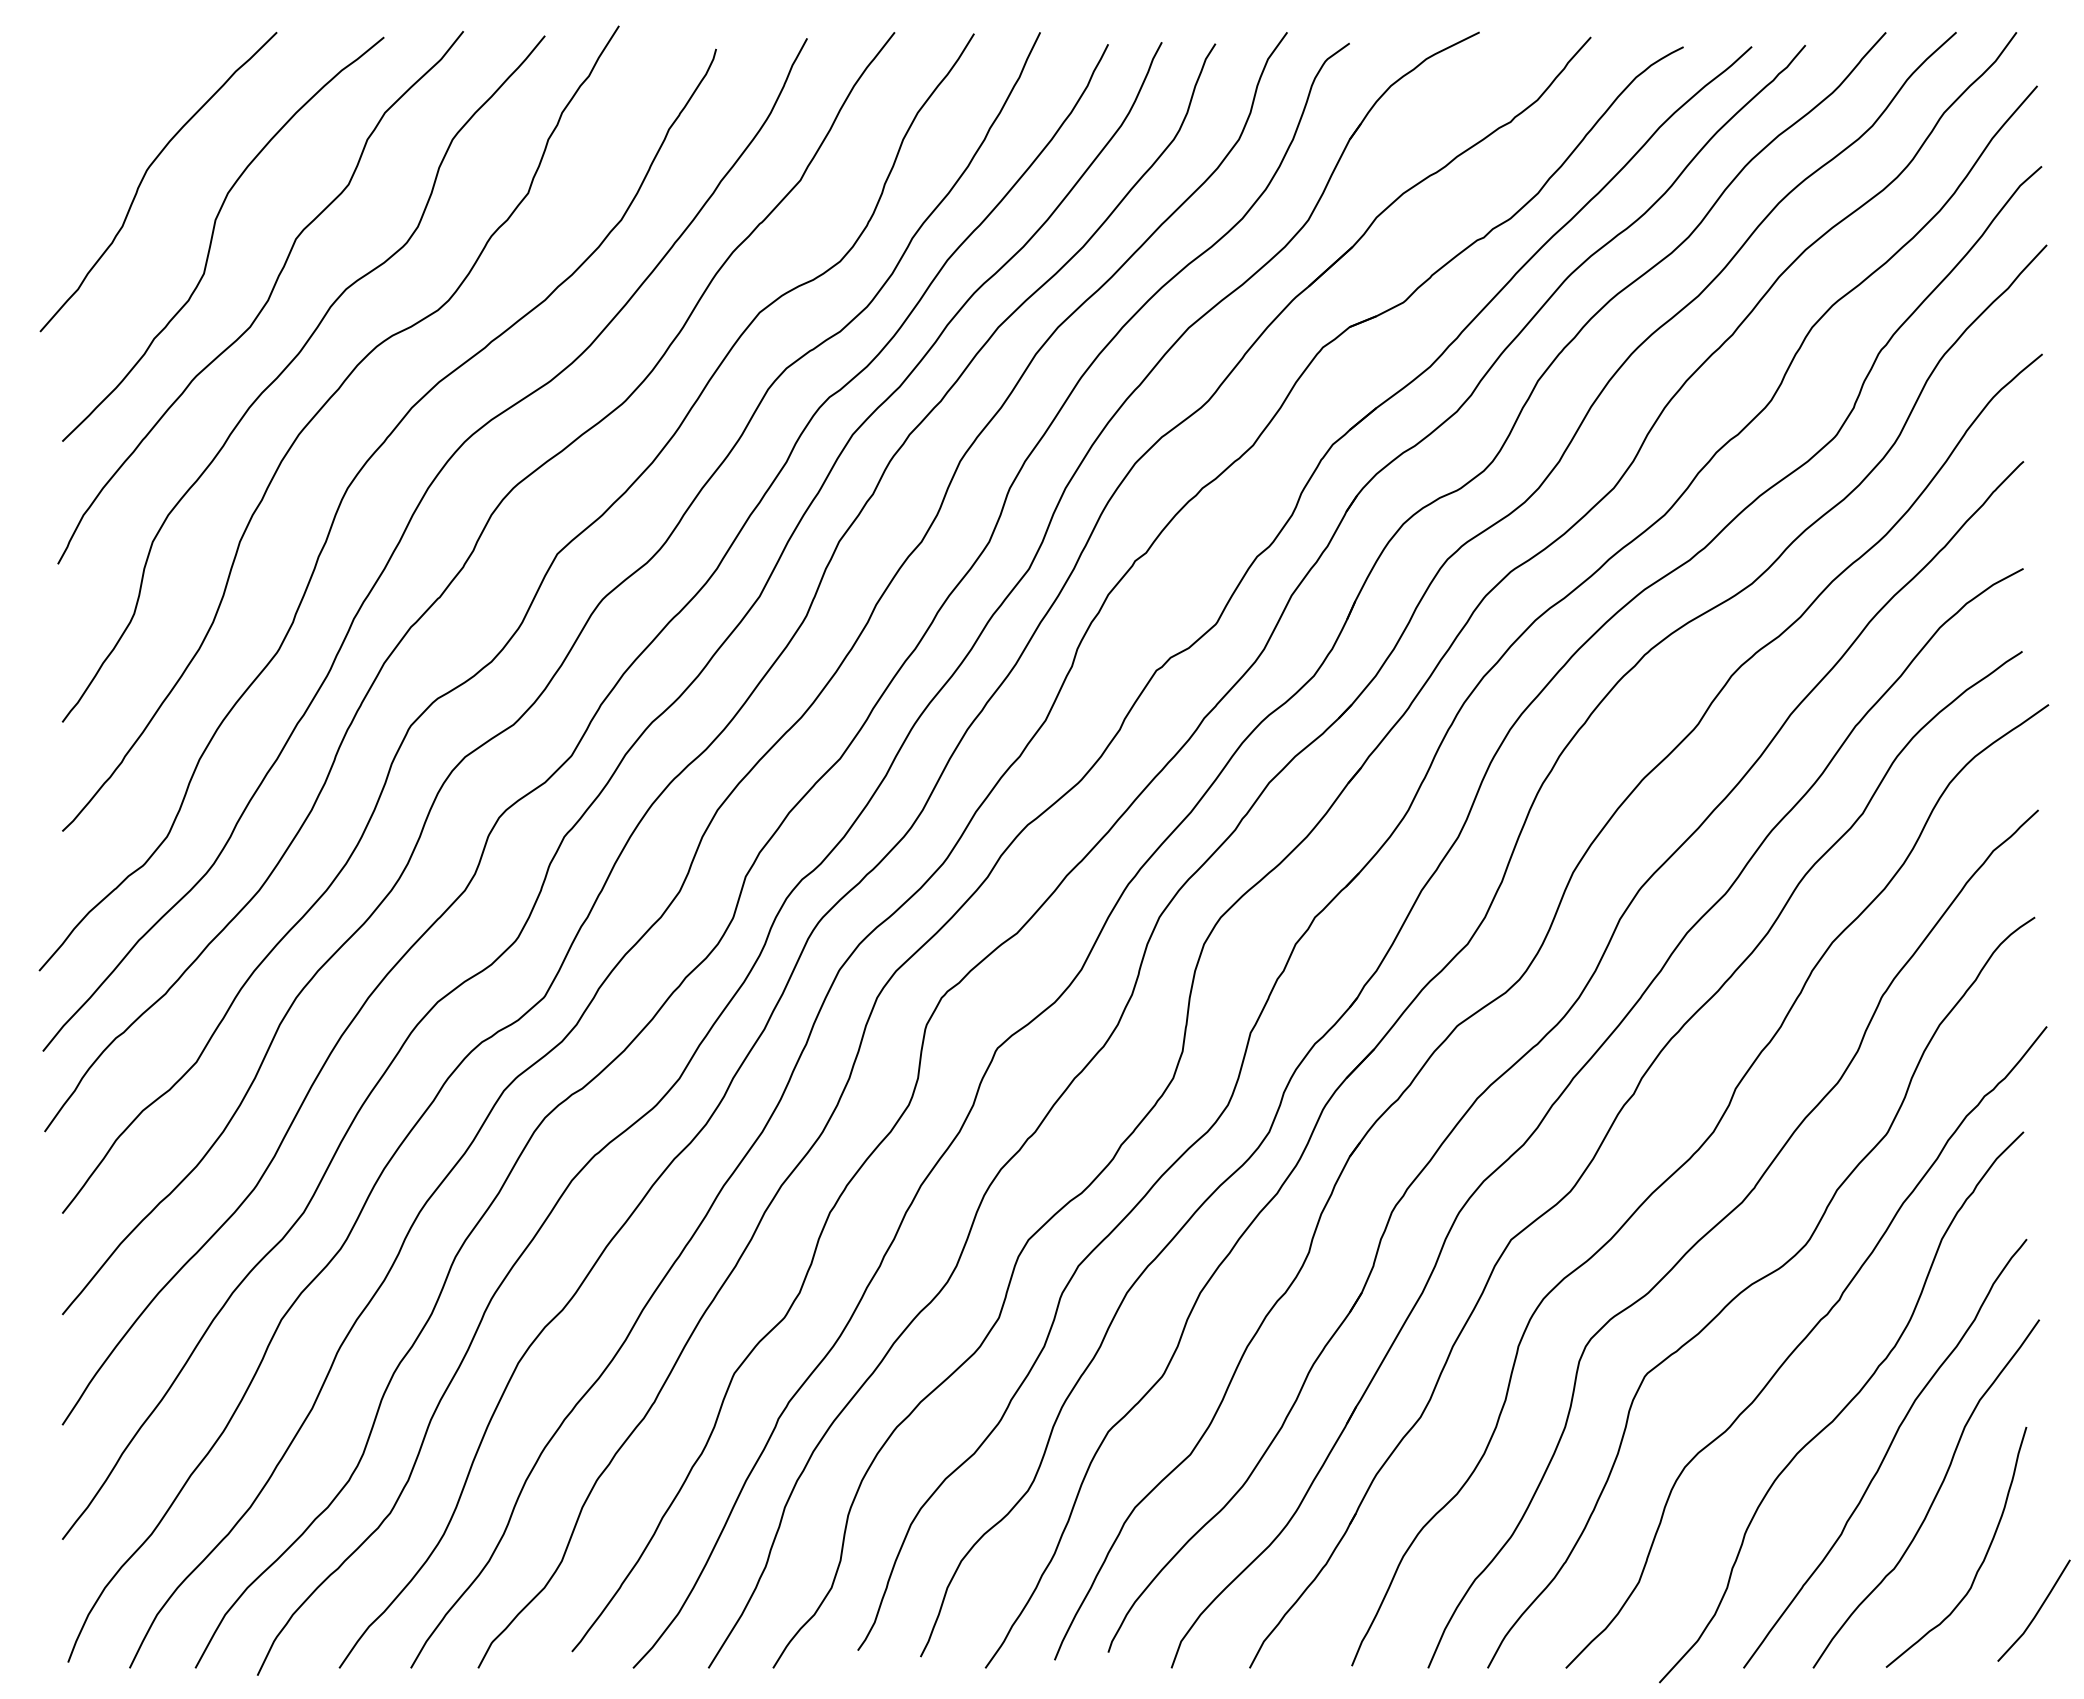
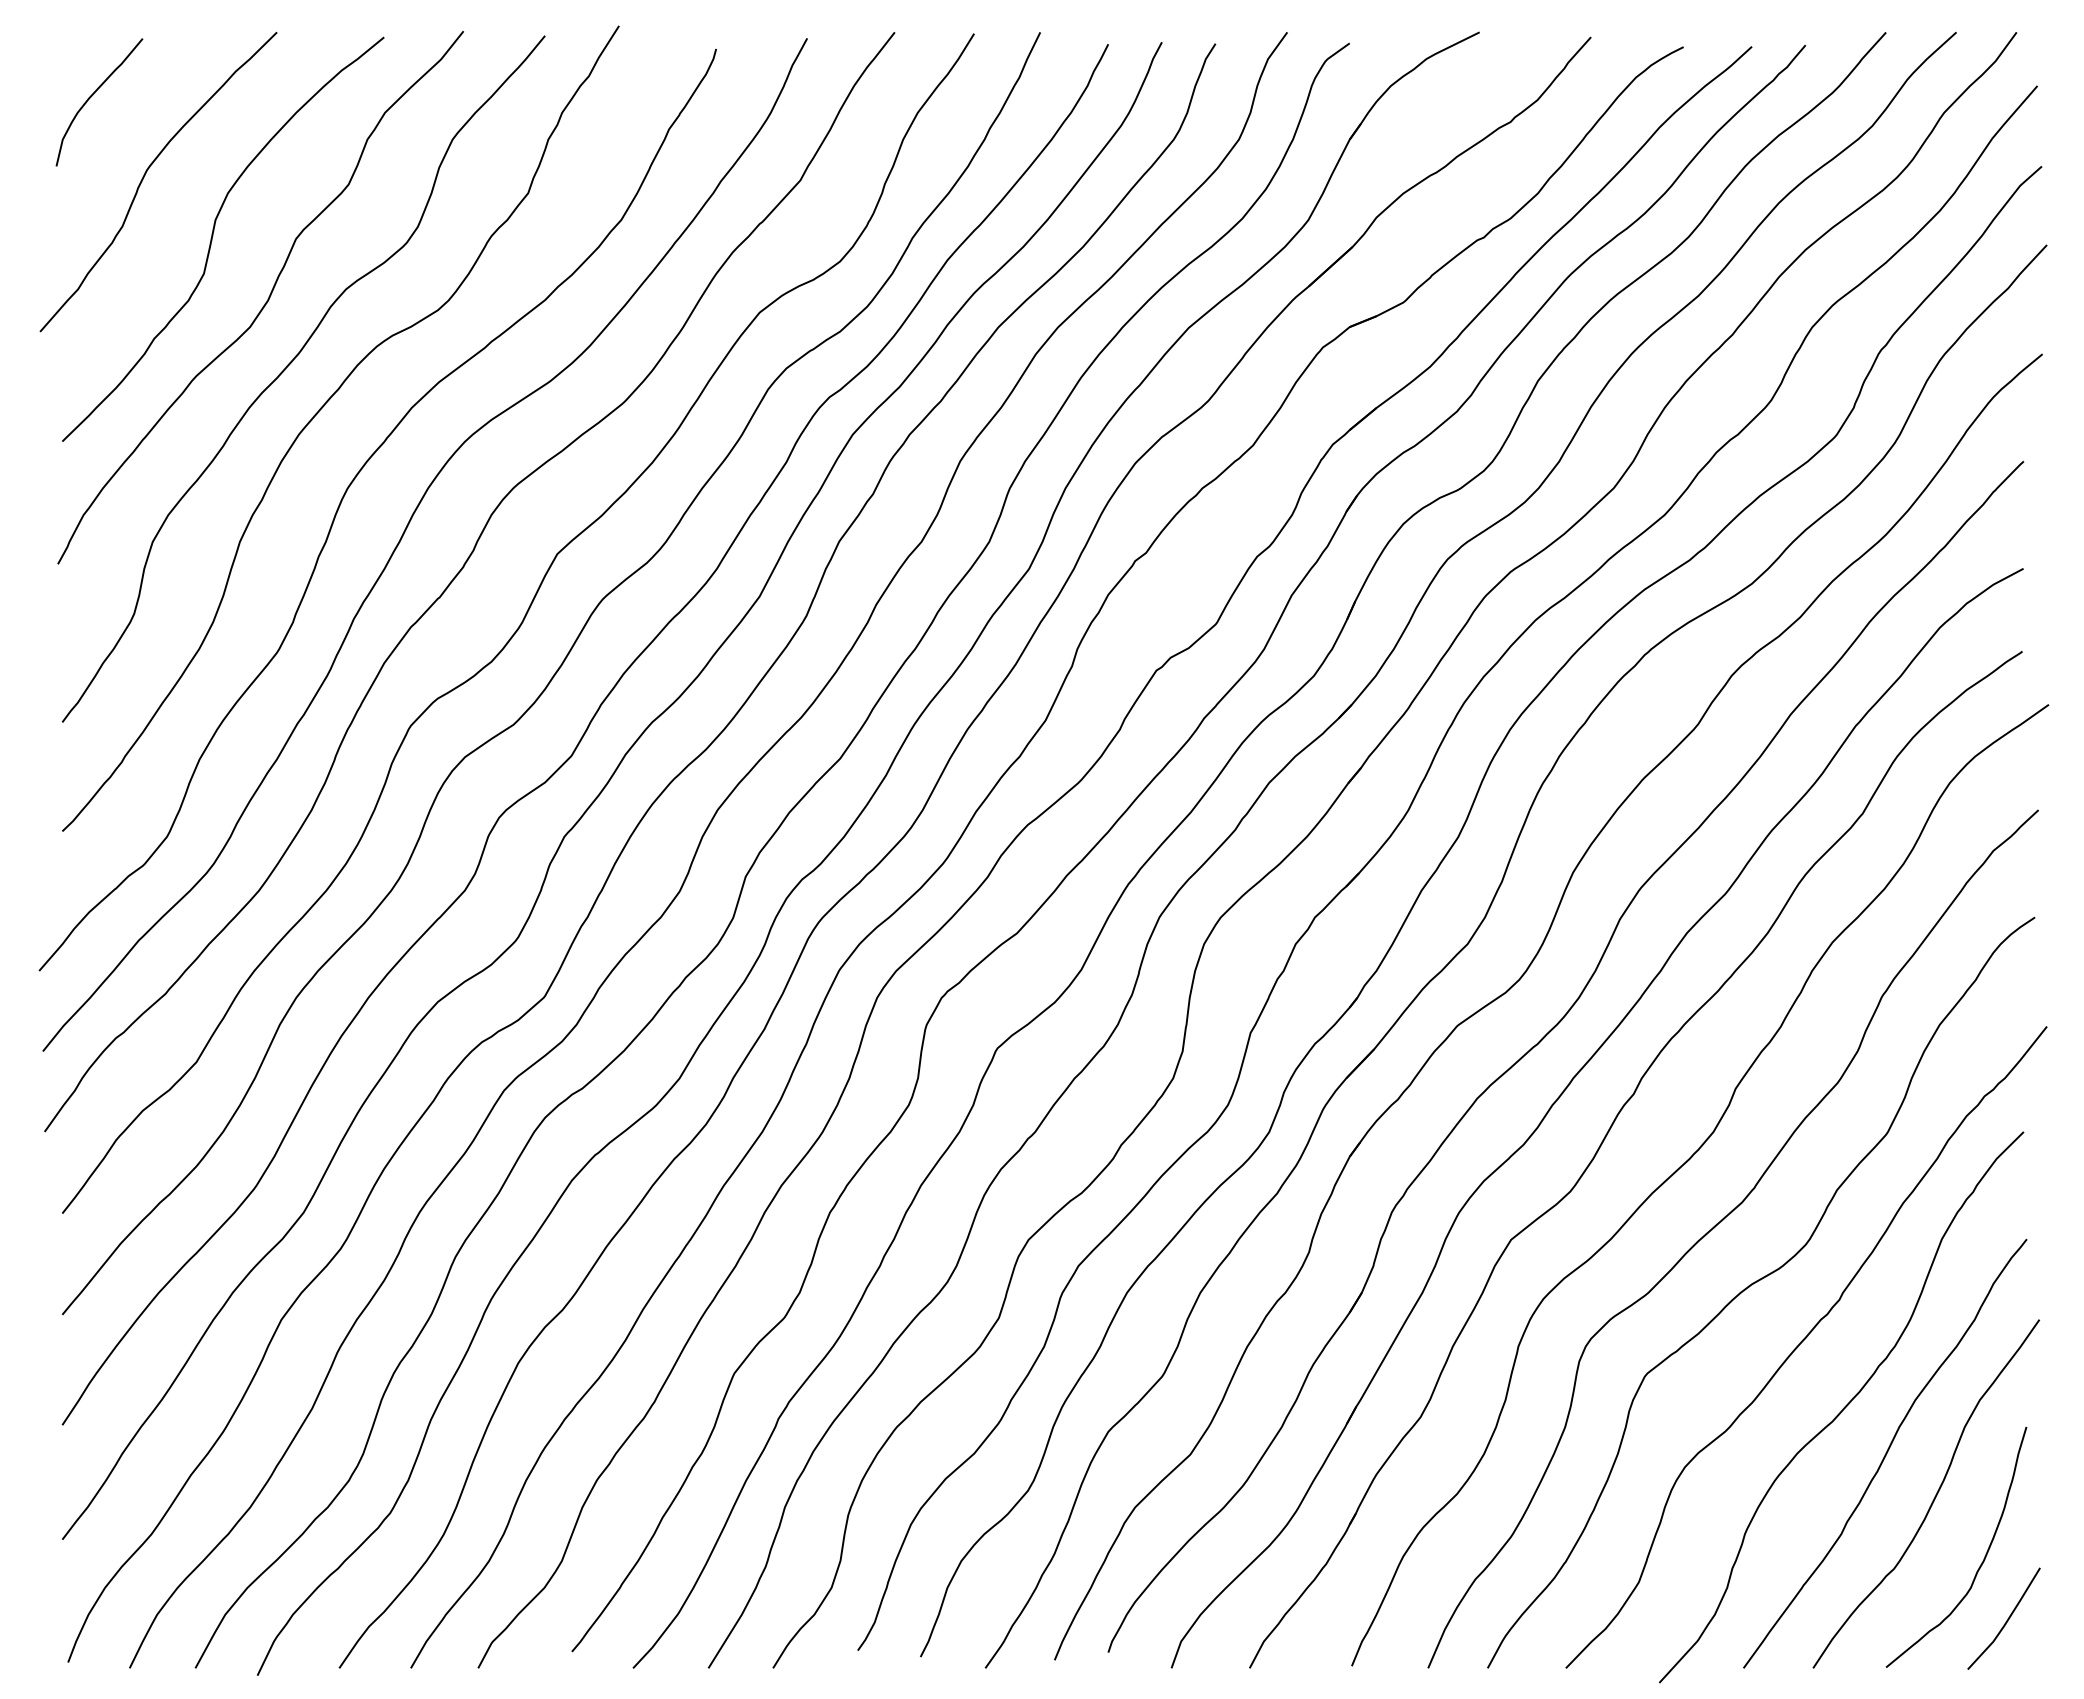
curve at (93, 95): none -> present
line at (2036, 1612) position: (2036, 1612) -> (2006, 1620)
